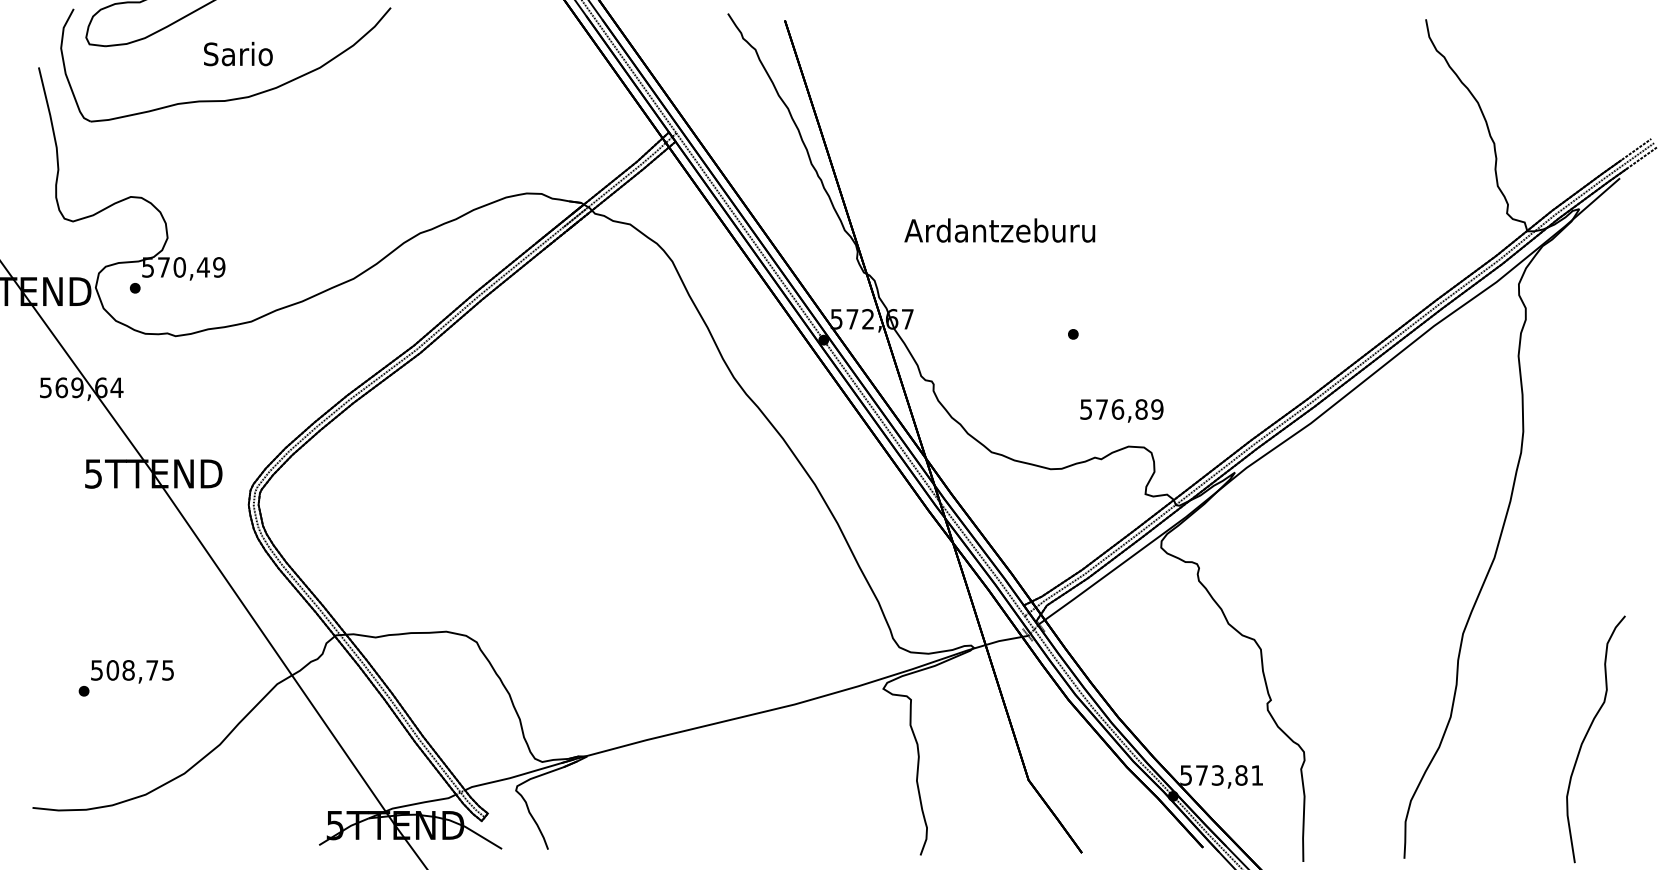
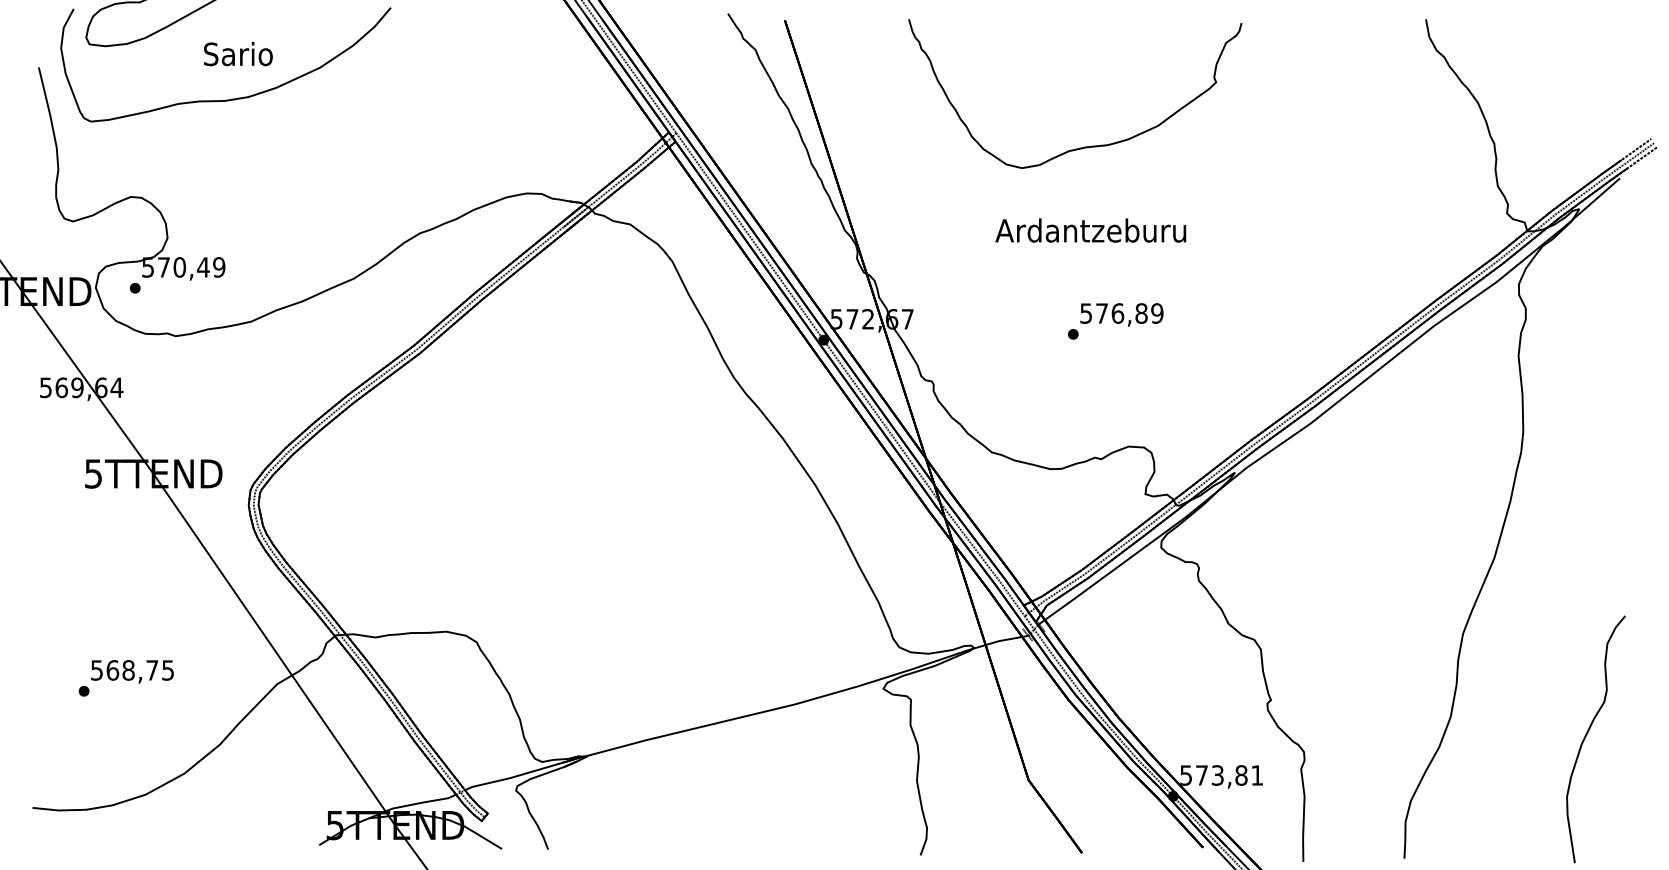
curve at (1084, 146): none -> present
text at (999, 230) position: (999, 230) -> (1090, 230)
text at (1121, 410) position: (1121, 410) -> (1121, 314)
text at (112, 670): 508,75 -> 568,75
